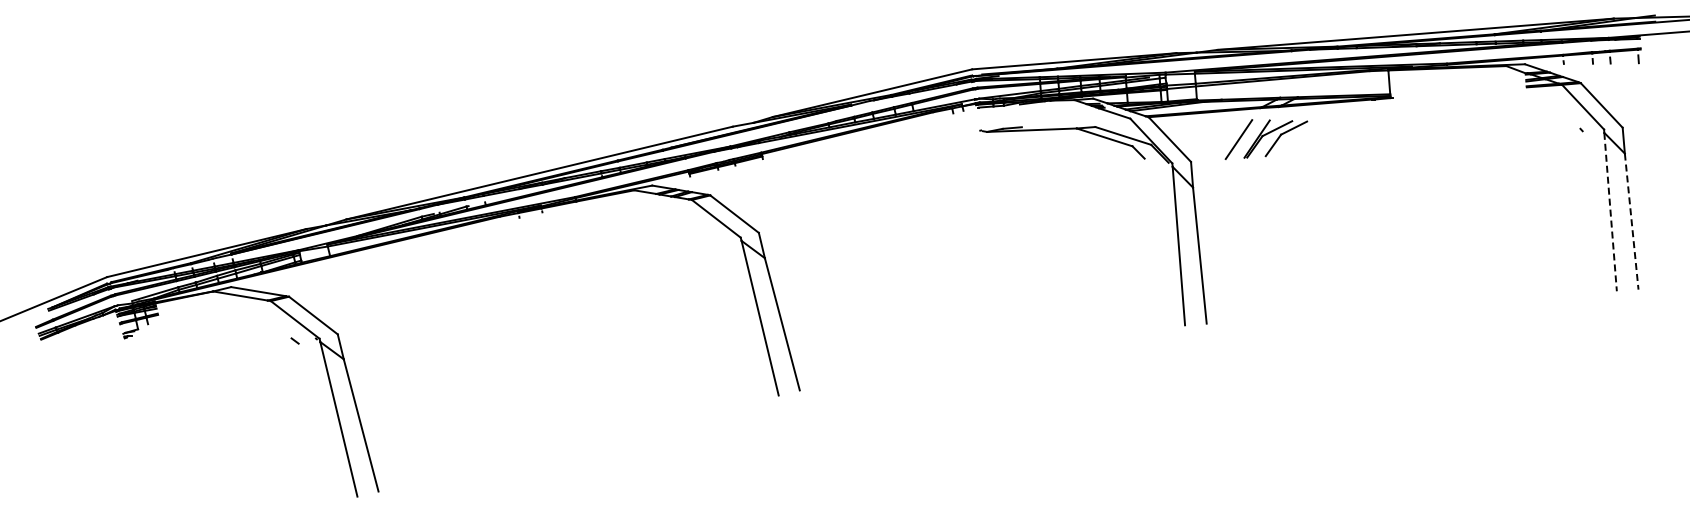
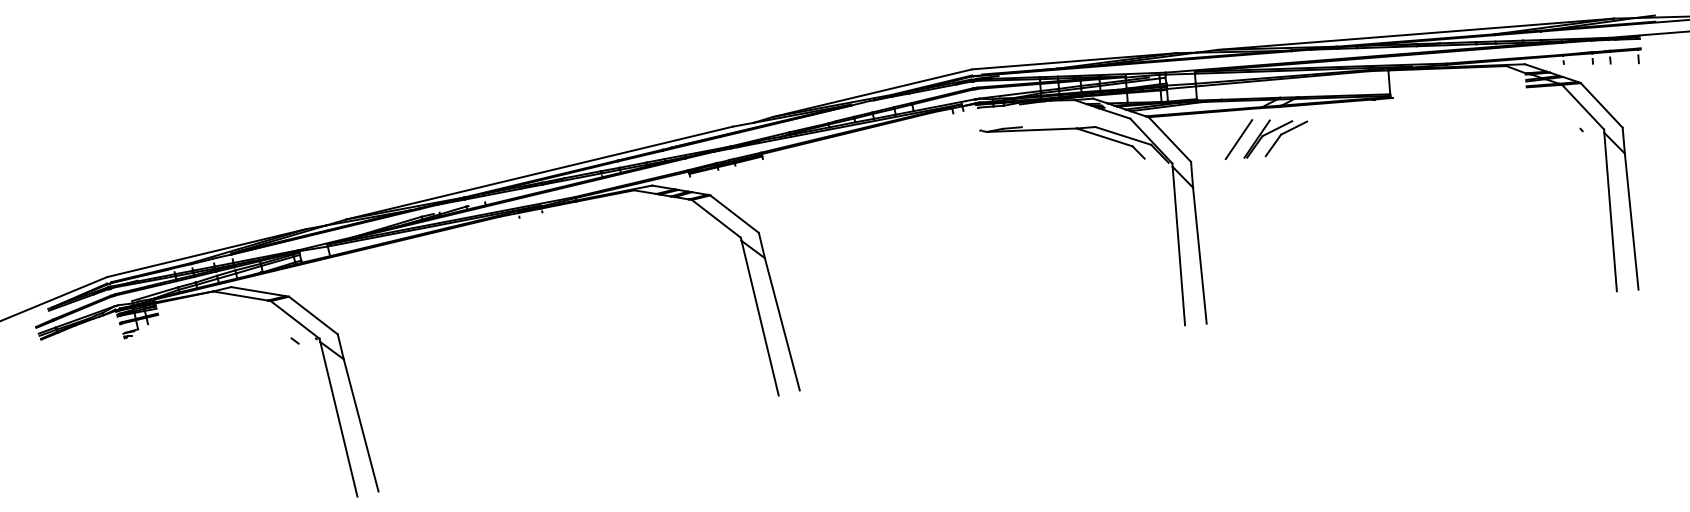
line at (1610, 212): dashed -> solid
line at (1631, 222): dashed -> solid
